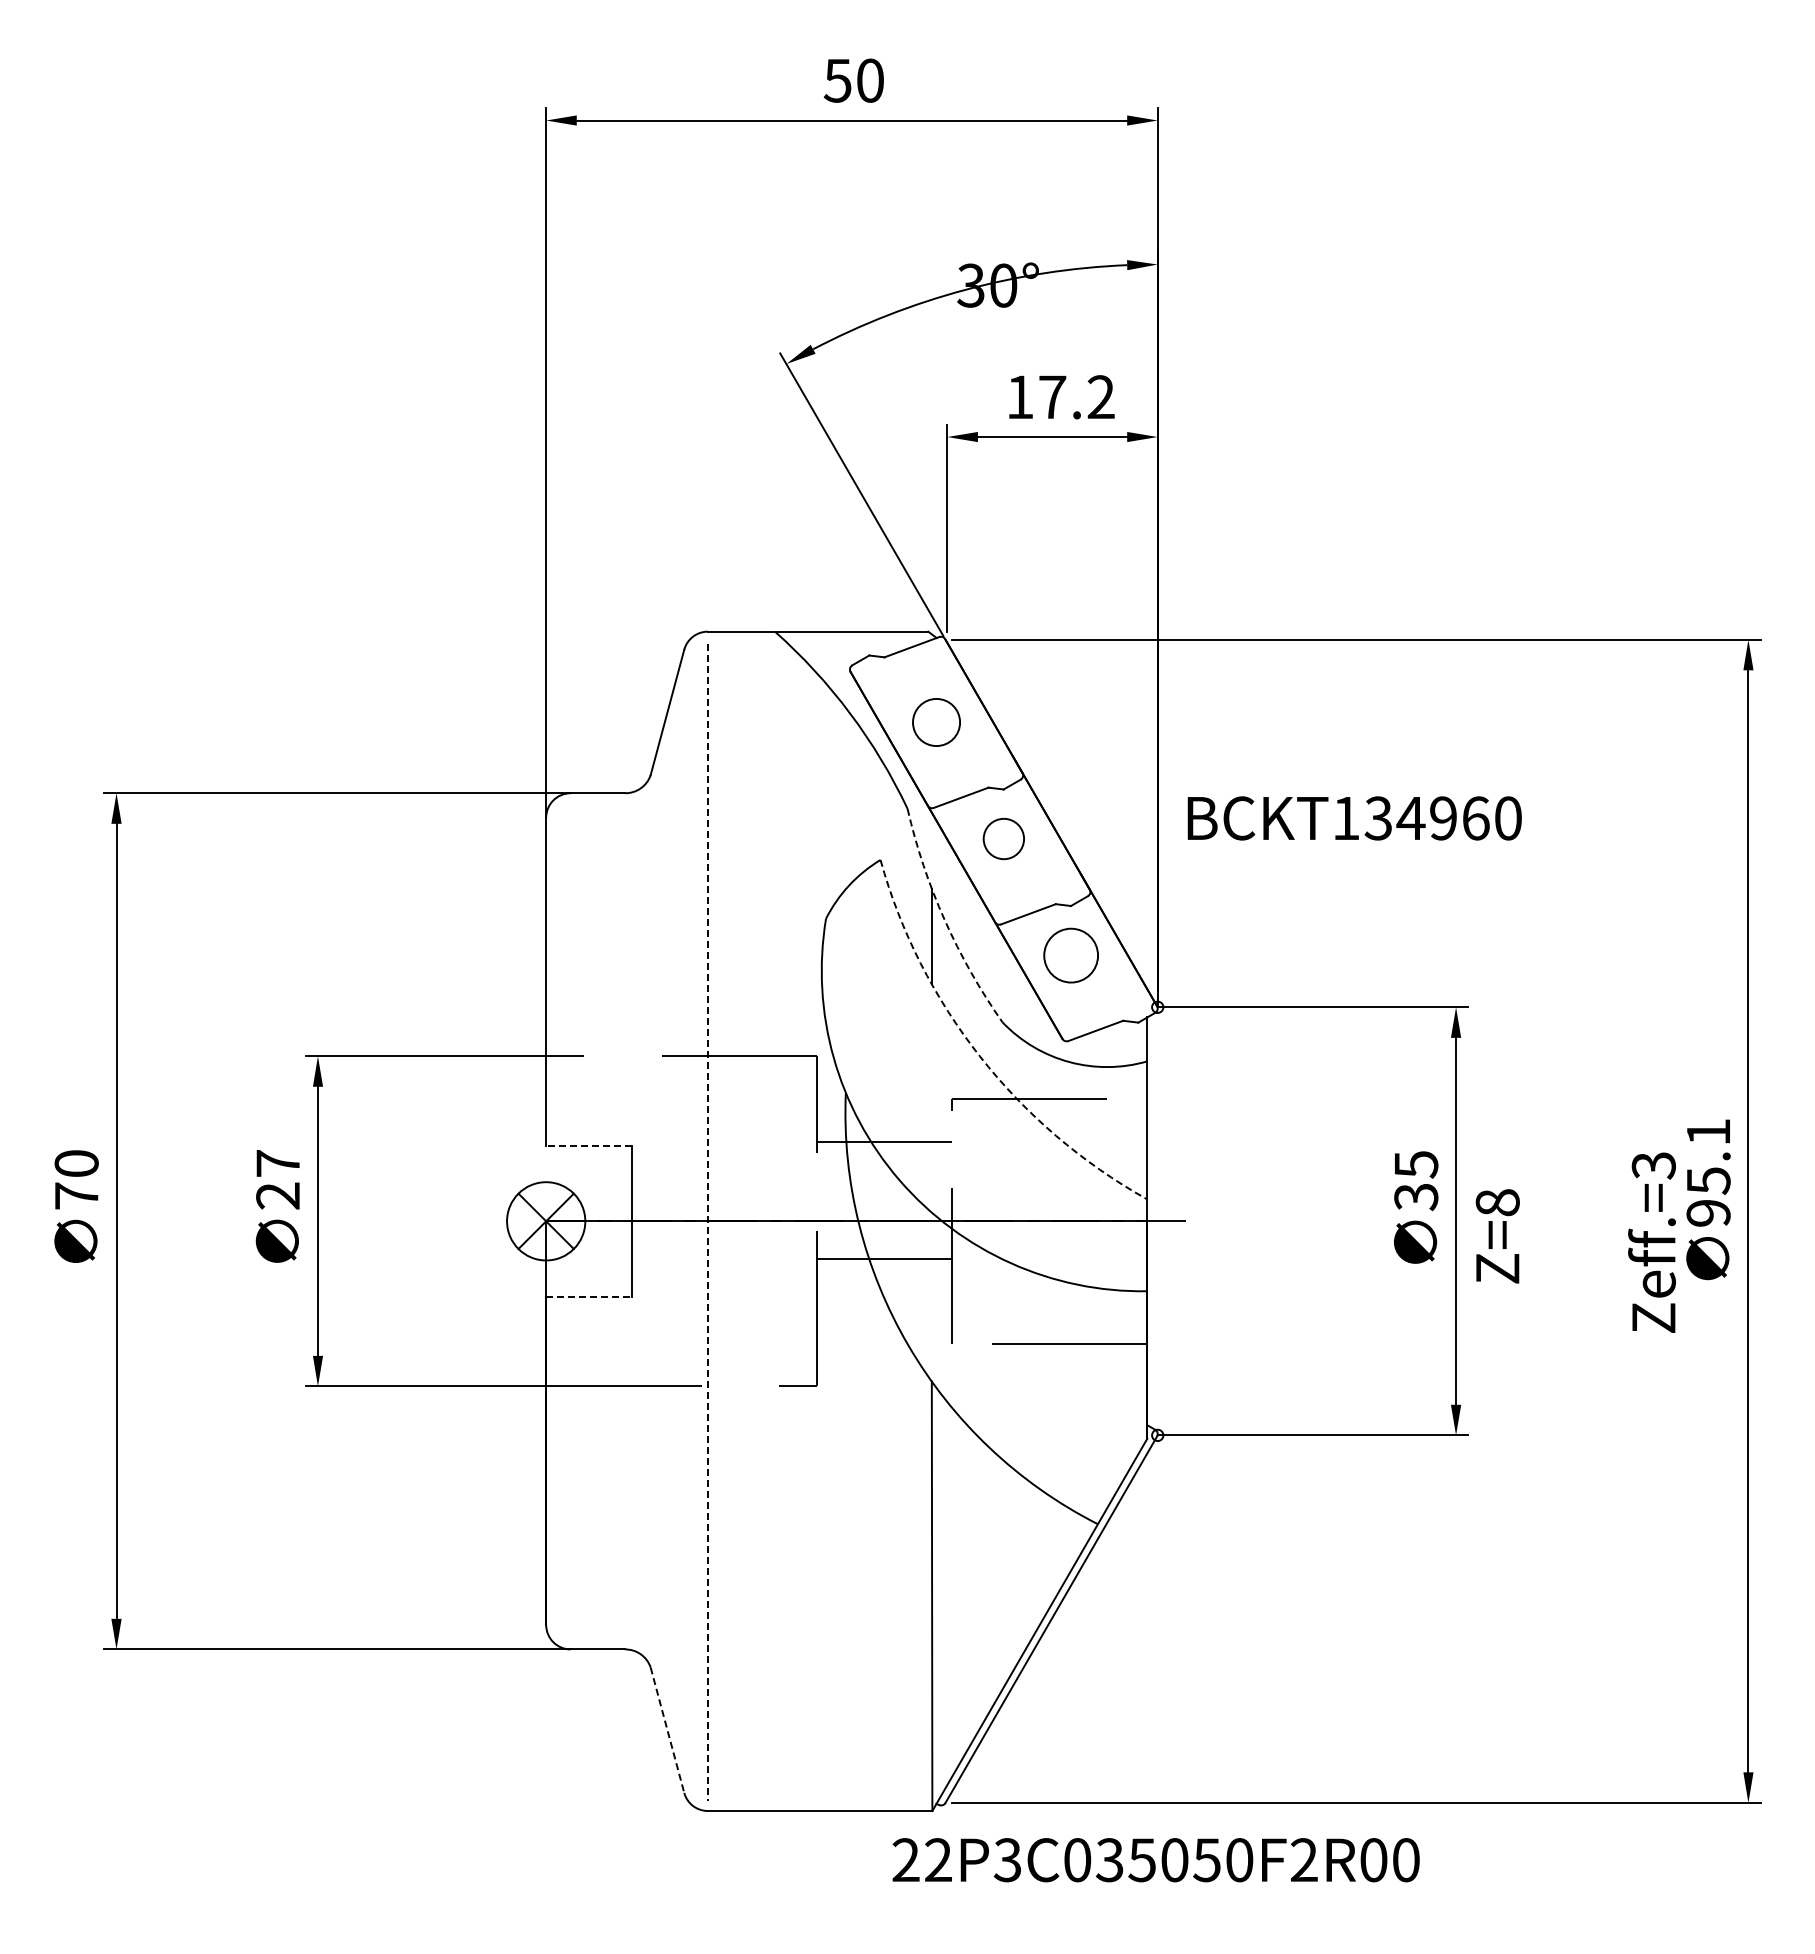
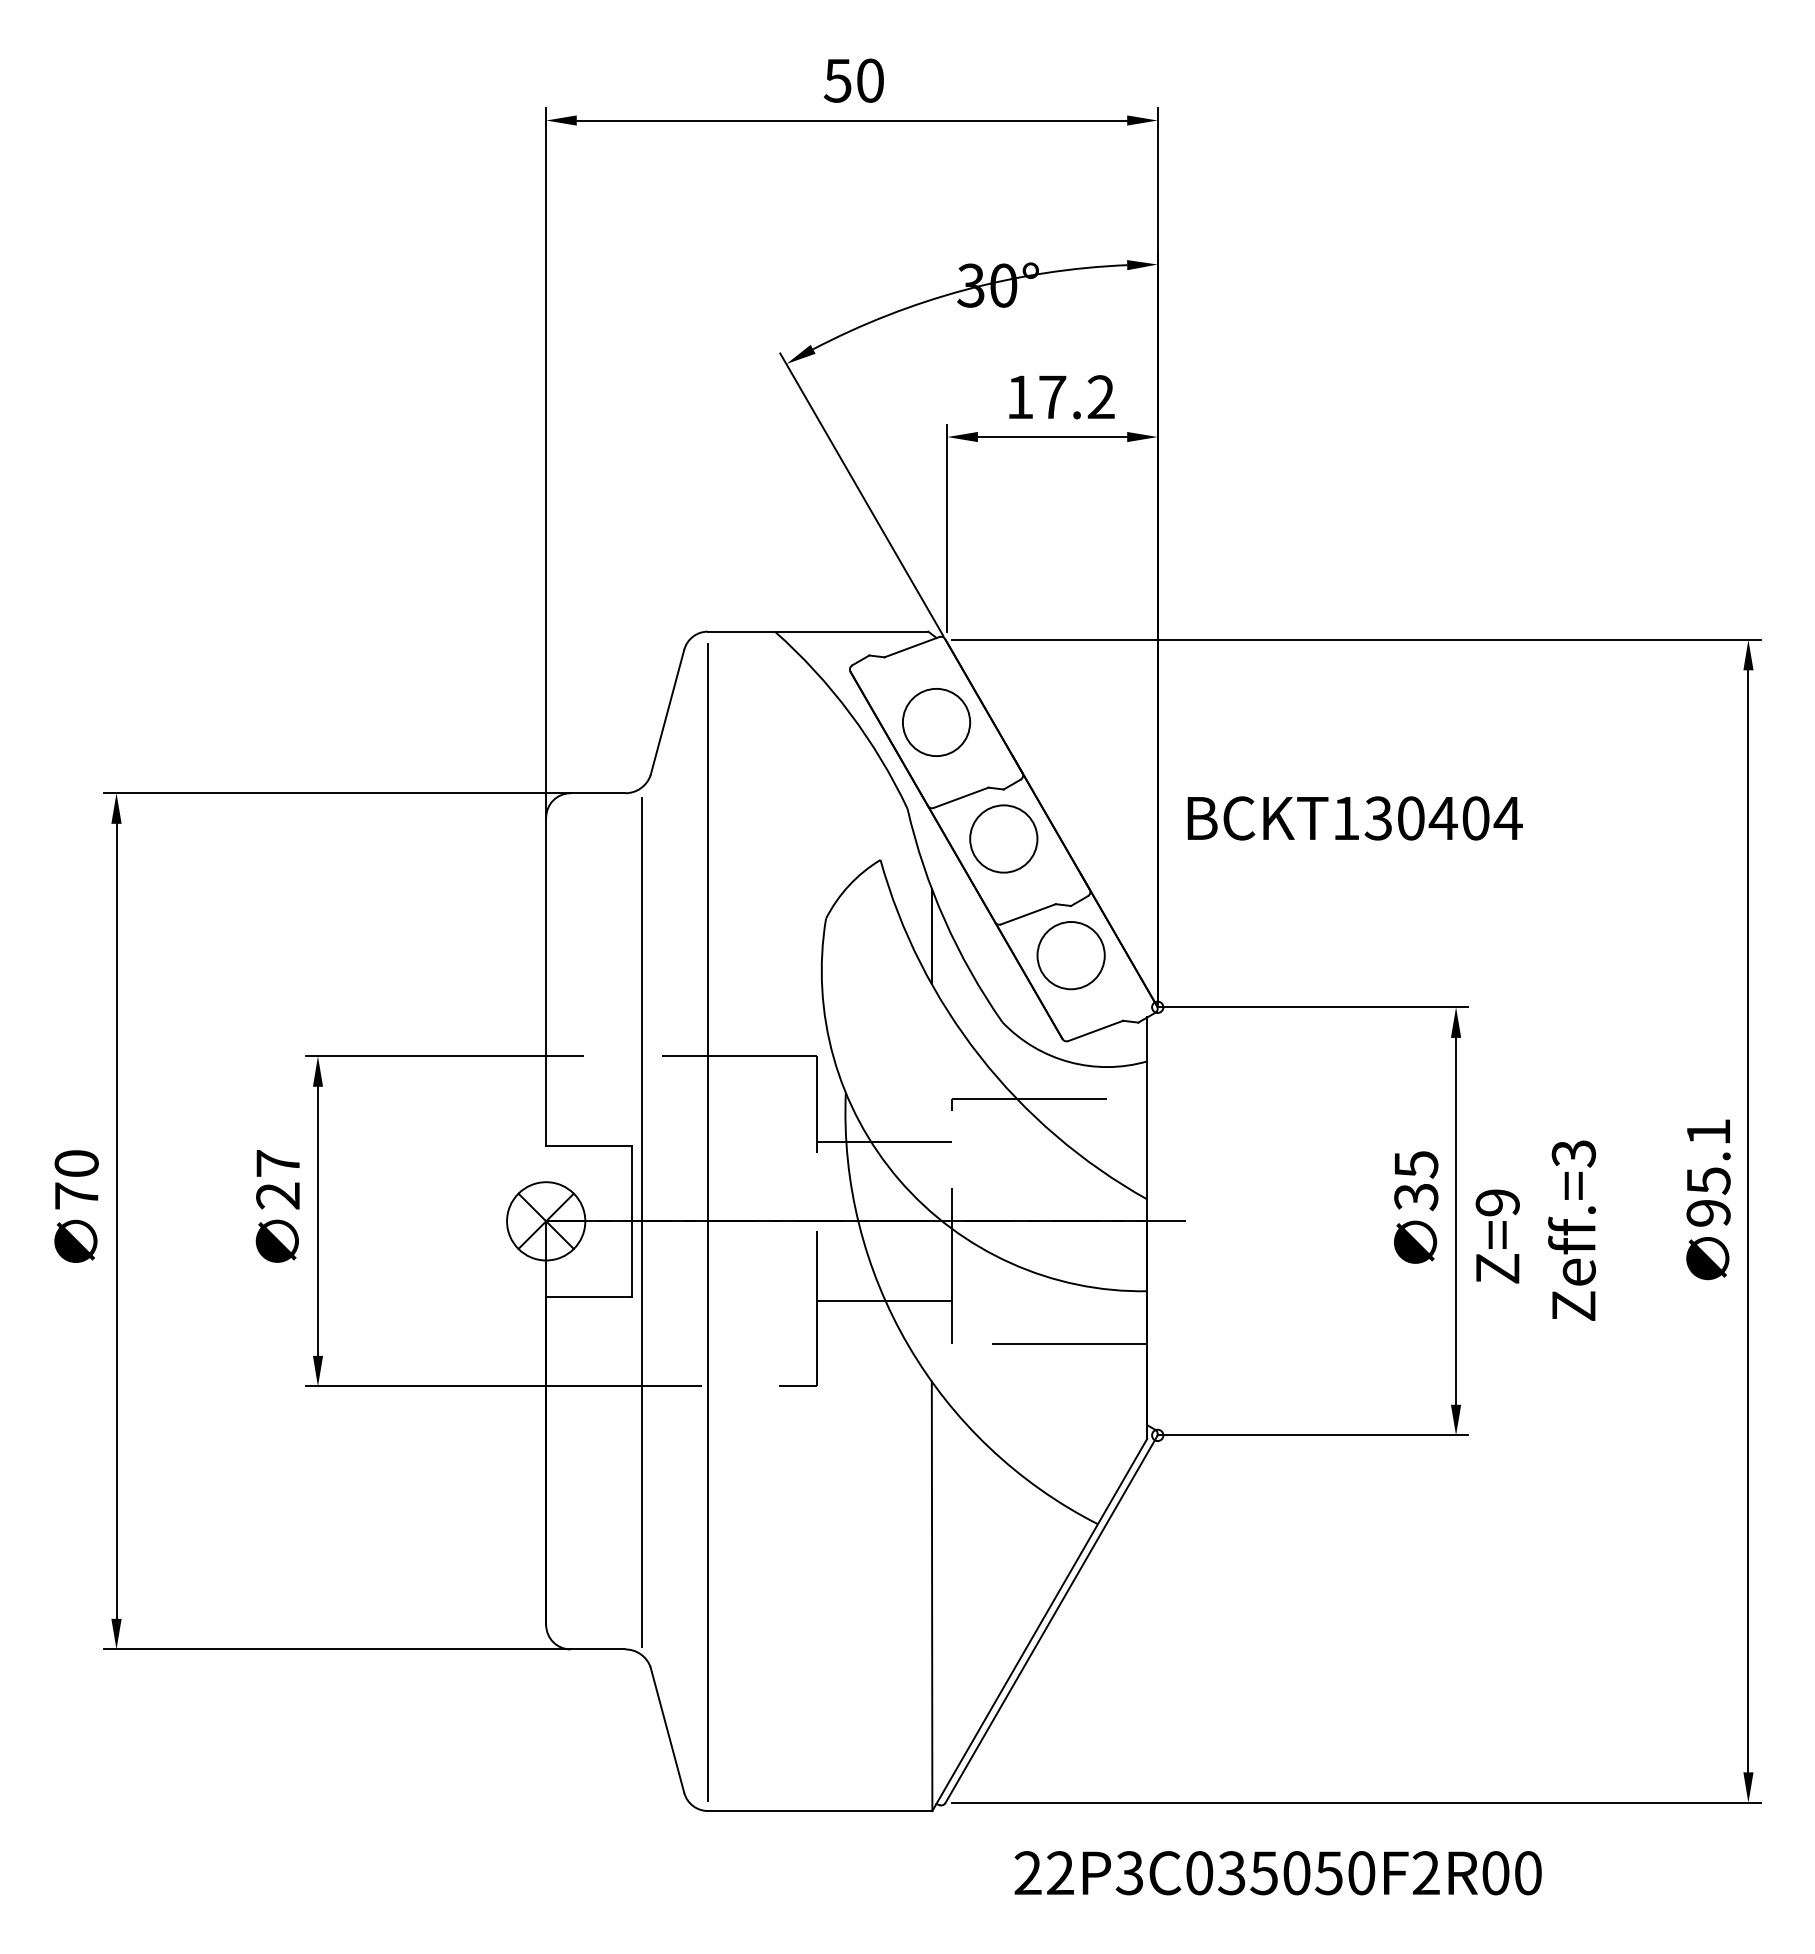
circle at (936, 722) diameter: 47 px -> 67 px
text at (1459, 818): BCKT134960 -> BCKT130404
circle at (1003, 838) size: 43x44 px -> 70x70 px
arc at (944, 920): dashed -> solid
circle at (1071, 955) diameter: 54 px -> 67 px
arc at (979, 1056): dashed -> solid
line at (589, 1145): dashed -> solid
text at (1497, 1202): Z=8 -> Z=9
line at (641, 1221): none -> present
line at (707, 1222): dashed -> solid
text at (1651, 1242) position: (1651, 1242) -> (1571, 1230)
line at (884, 1258) position: (884, 1258) -> (884, 1300)
line at (589, 1297): dashed -> solid
line at (667, 1730): dashed -> solid
text at (1155, 1860) position: (1155, 1860) -> (1277, 1873)
